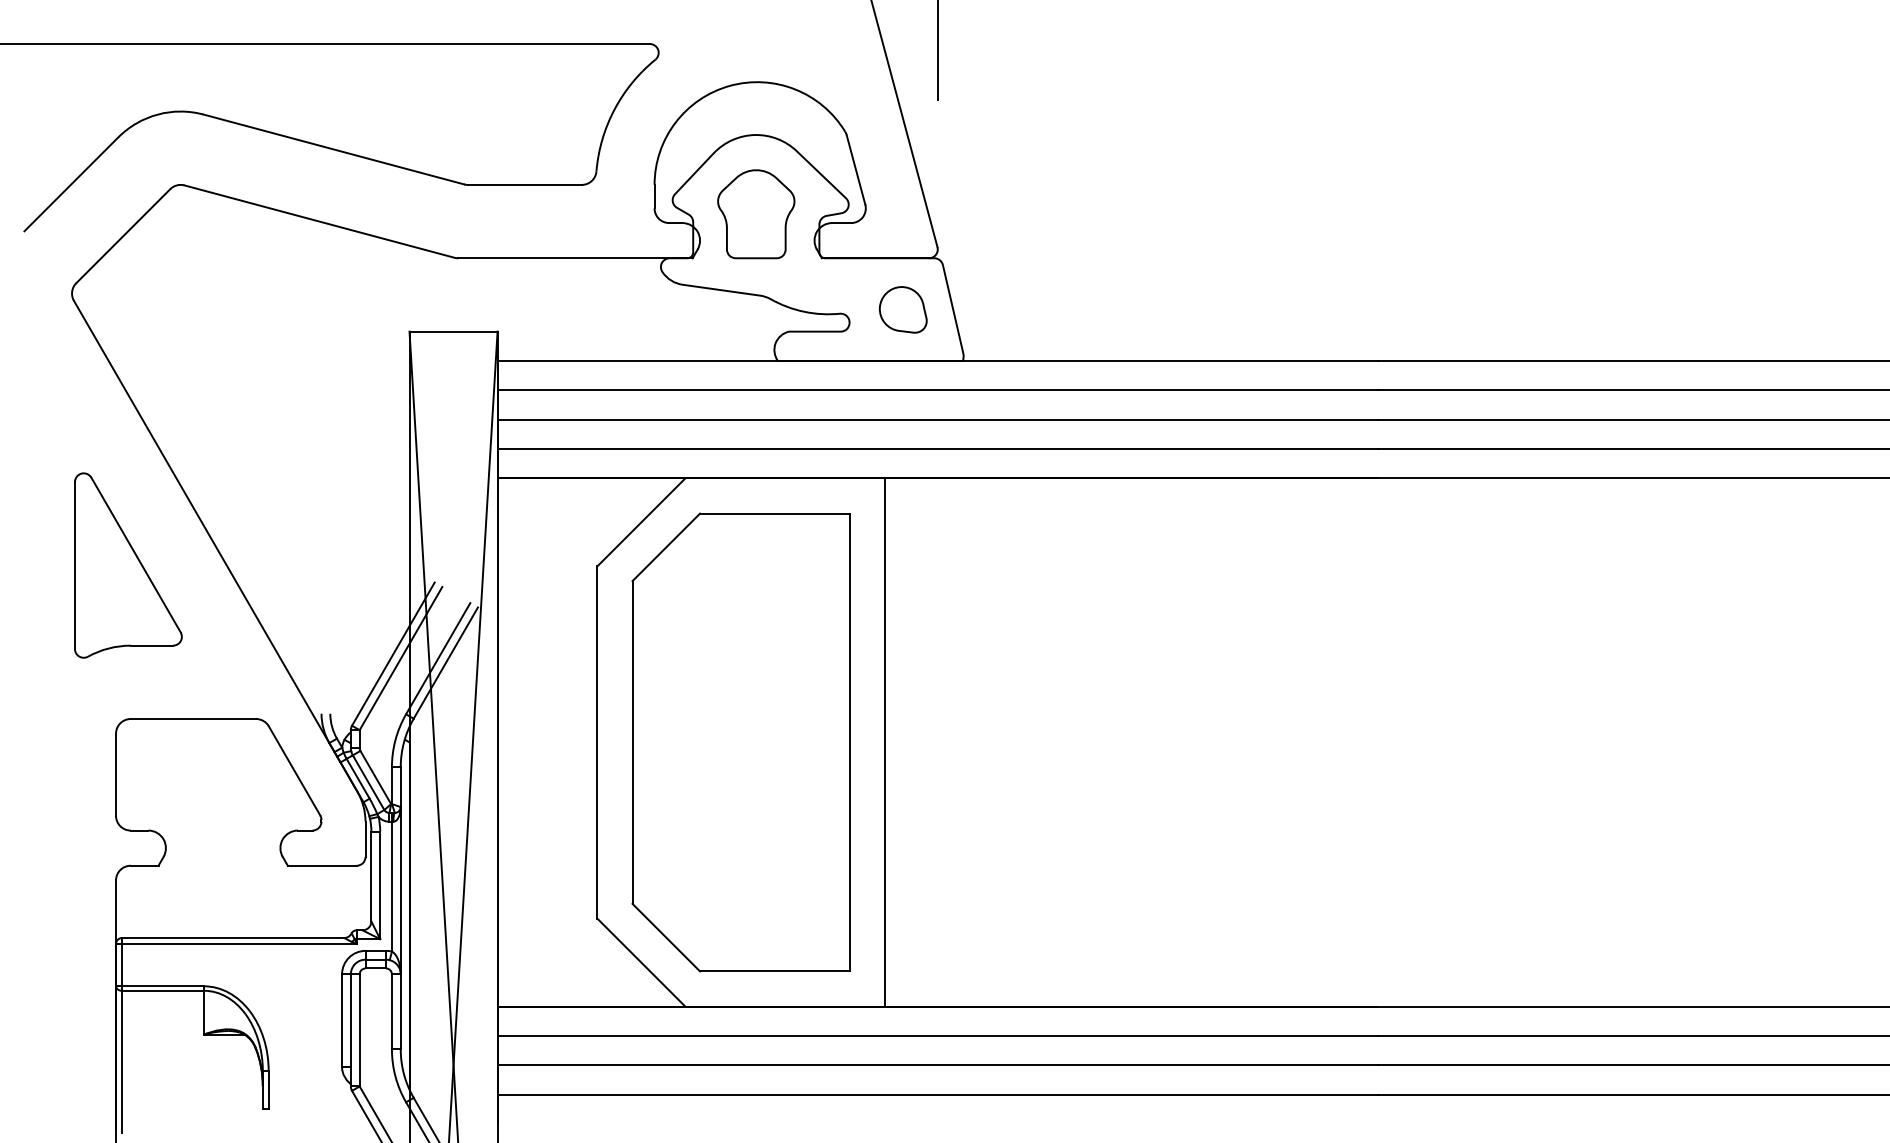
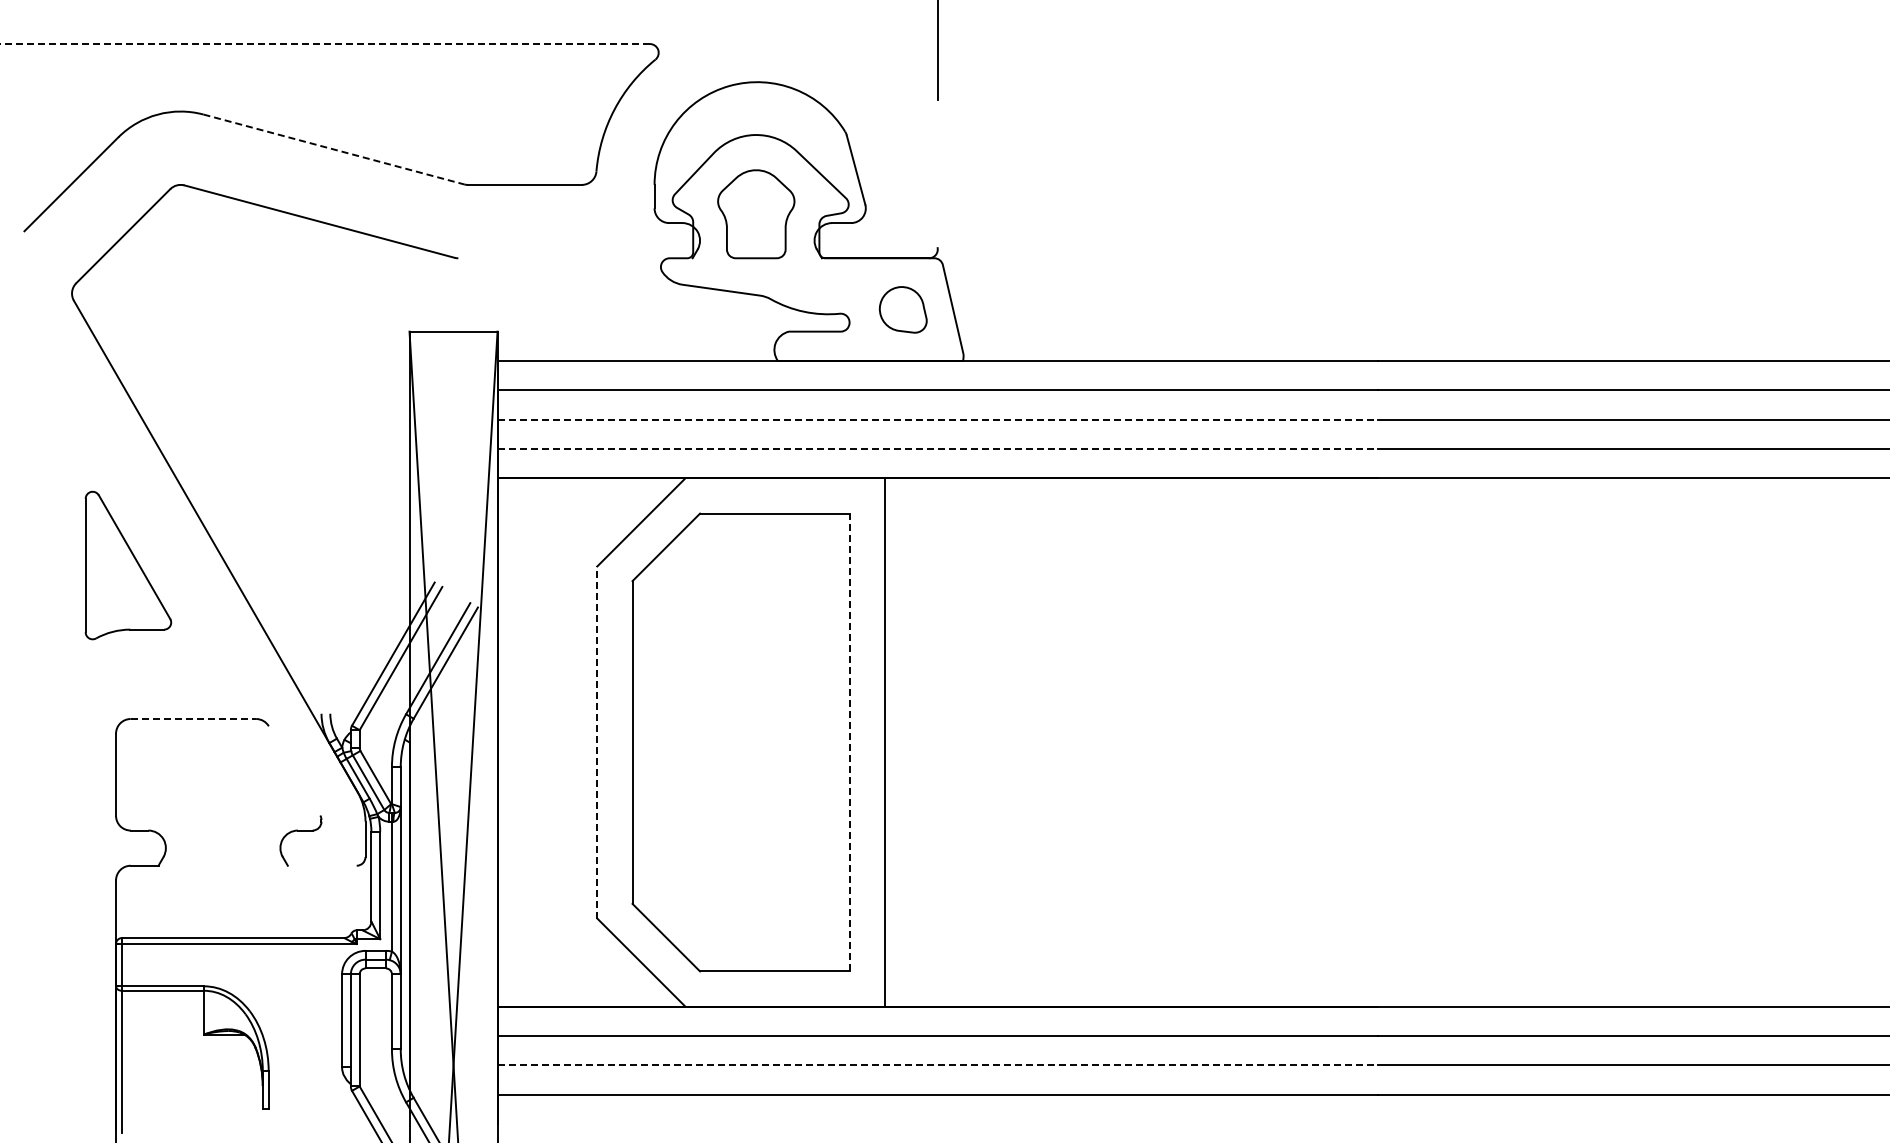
line at (325, 44): solid -> dashed
line at (904, 124): present -> none
line at (333, 149): solid -> dashed
line at (575, 258): present -> none
line at (938, 419): solid -> dashed
line at (938, 449): solid -> dashed
part at (128, 565) size: 109x187 px -> 89x151 px
line at (193, 719): solid -> dashed
line at (597, 742): solid -> dashed
line at (849, 742): solid -> dashed
line at (294, 770): present -> none
line at (321, 865): present -> none
line at (938, 1065): solid -> dashed
